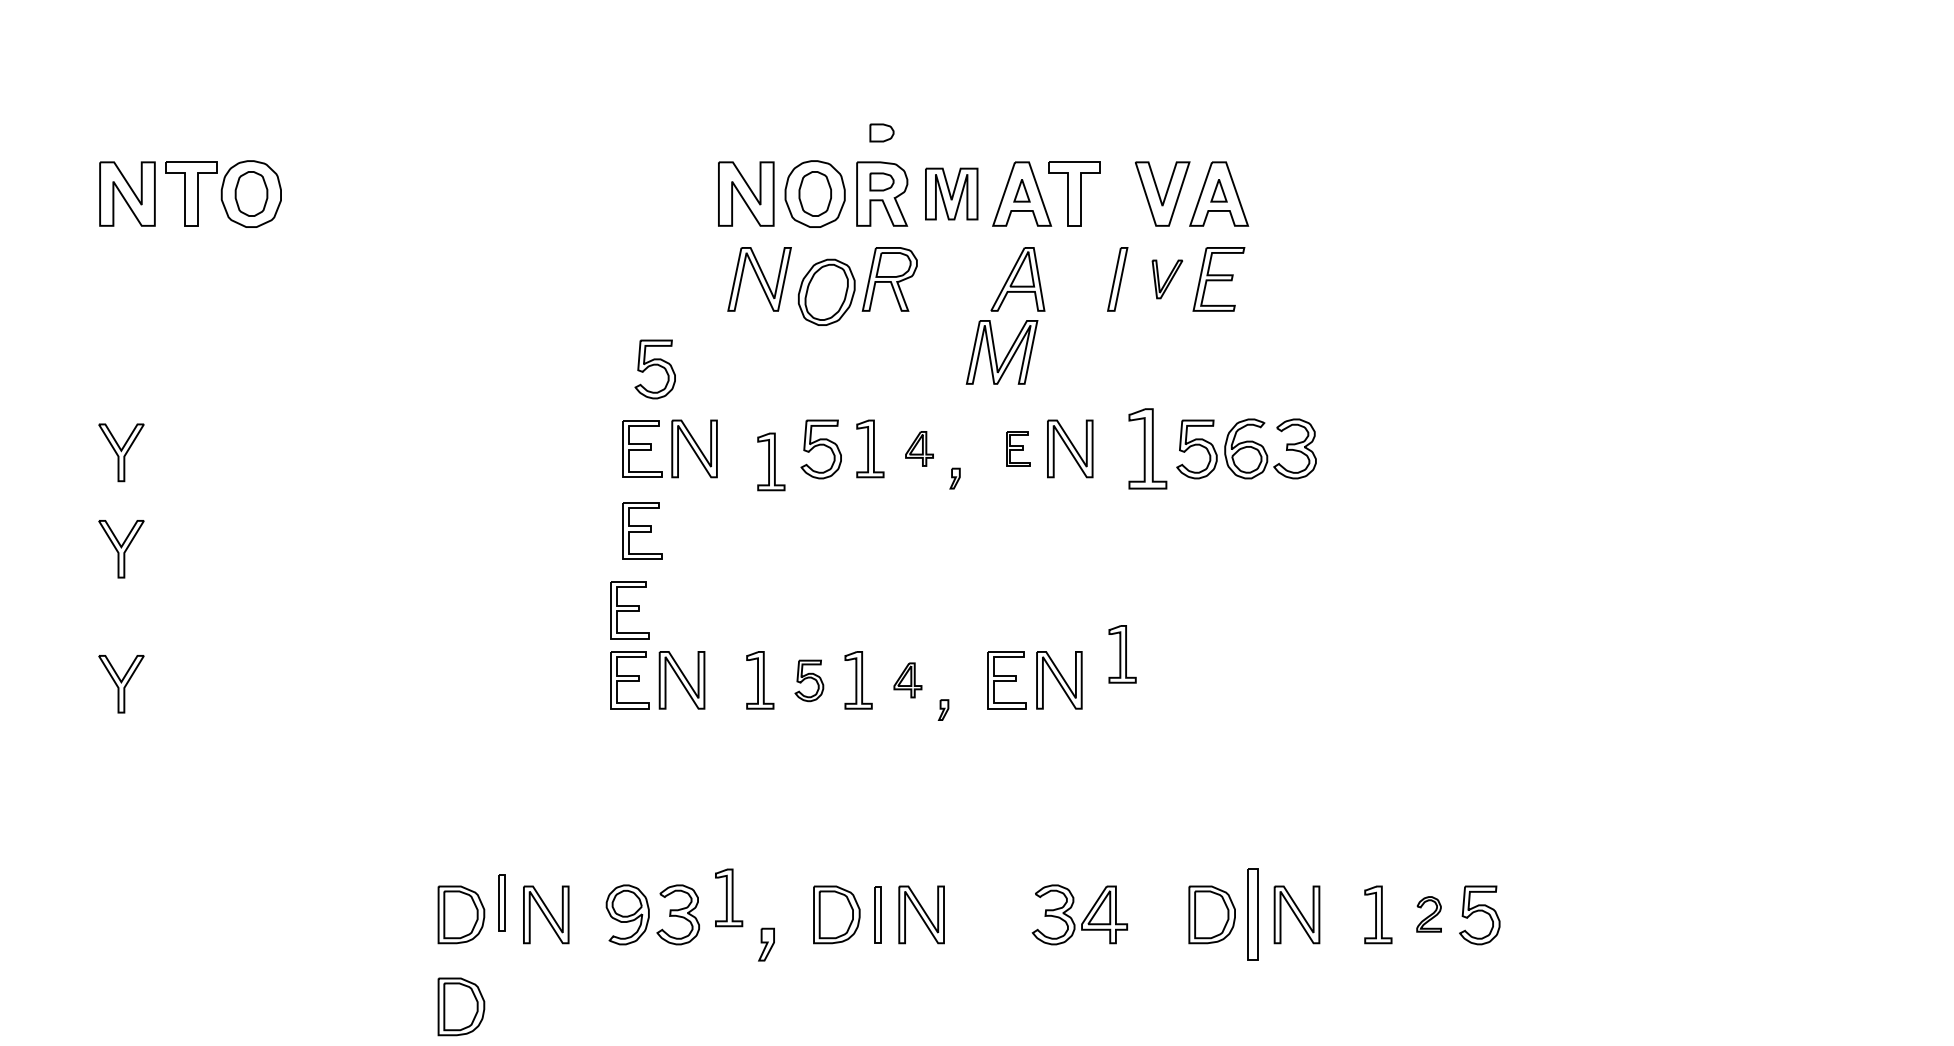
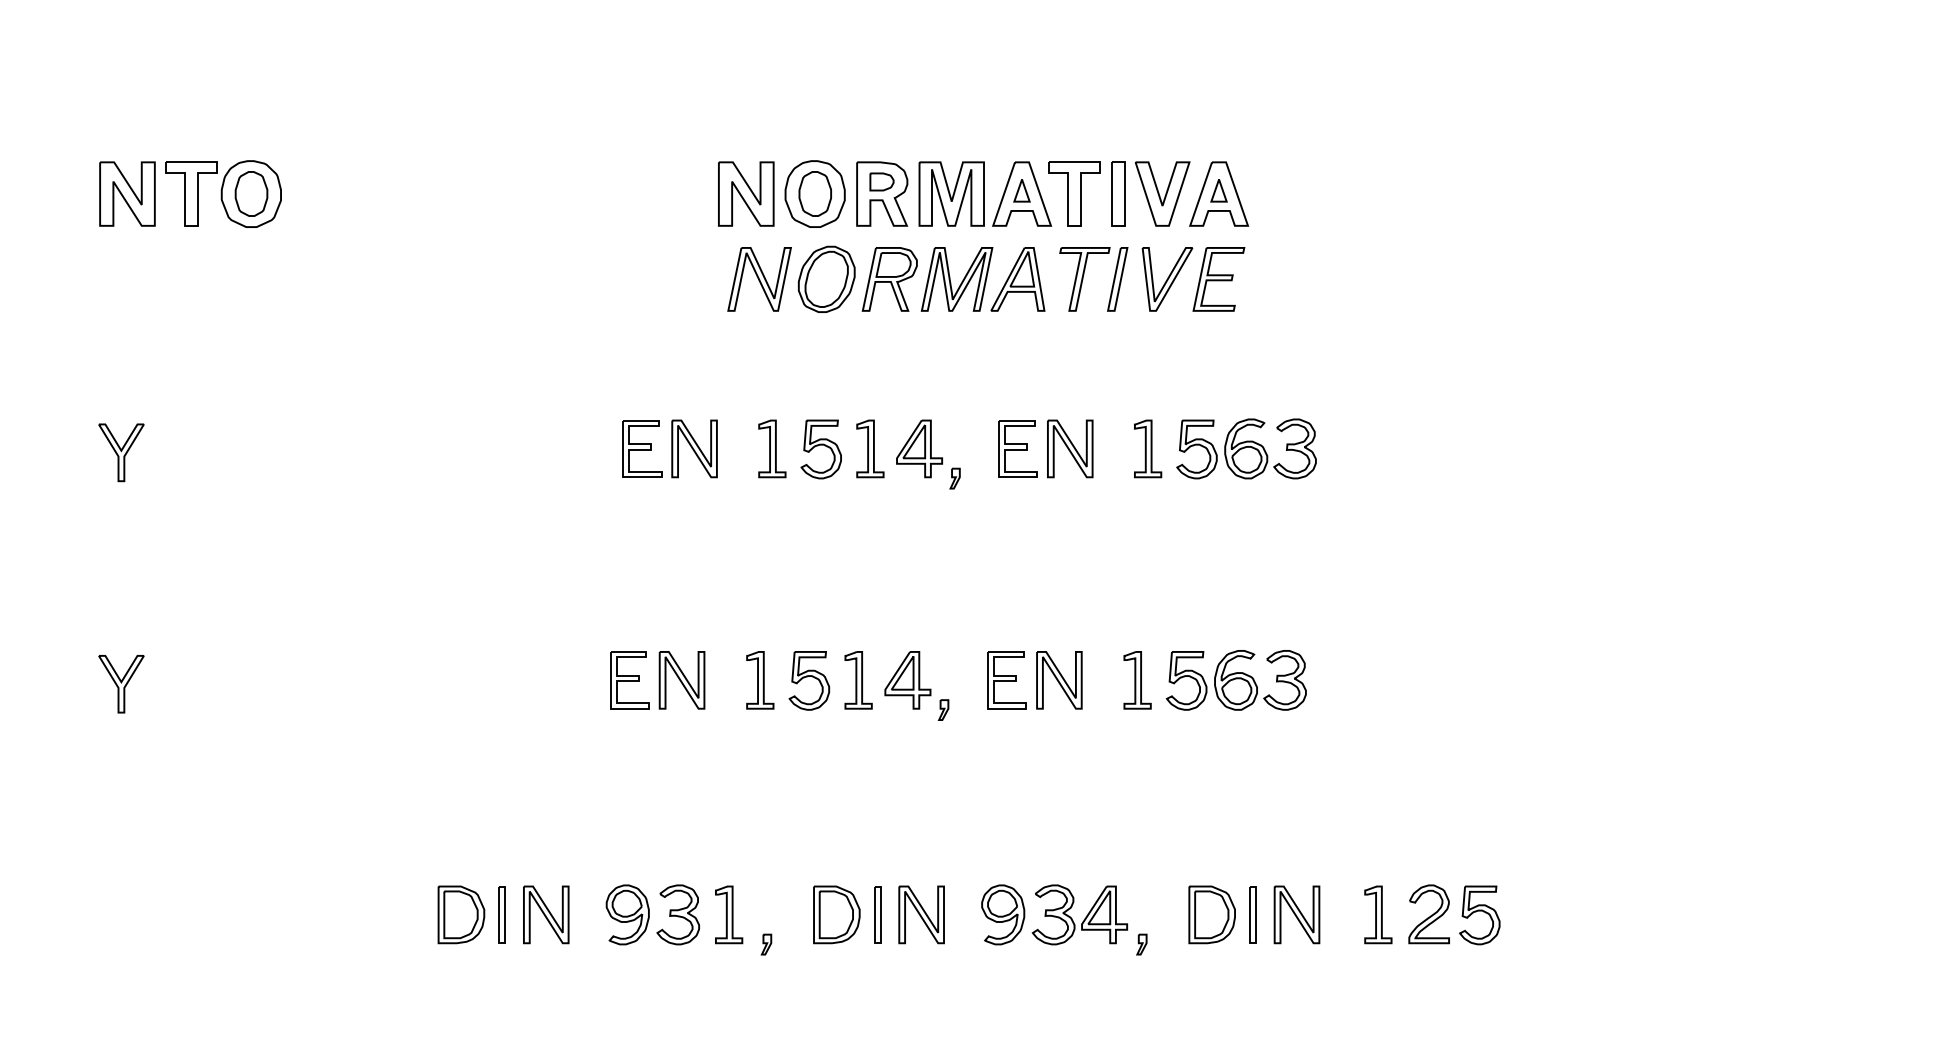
part at (881, 132): present -> none
part at (951, 193) size: 54x54 px -> 67x66 px
part at (1118, 193): none -> present
part at (1084, 279): none -> present
part at (1167, 279) size: 33x41 px -> 53x65 px
part at (826, 291) position: (826, 291) -> (826, 278)
part at (1001, 352) position: (1001, 352) -> (956, 279)
part at (654, 369): present -> none
part at (919, 448) size: 29x36 px -> 47x60 px
part at (1018, 448) size: 25x36 px -> 40x58 px
part at (1147, 448) size: 40x82 px -> 29x60 px
part at (771, 461) position: (771, 461) -> (772, 448)
part at (642, 530): present -> none
part at (121, 549): present -> none
part at (629, 610): present -> none
part at (1122, 654) position: (1122, 654) -> (1137, 680)
part at (809, 680) size: 31x44 px -> 43x60 px
part at (907, 680) size: 30x37 px -> 48x59 px
part at (1235, 680): none -> present
part at (729, 897) position: (729, 897) -> (729, 914)
part at (501, 902) position: (501, 902) -> (501, 914)
part at (1003, 914): none -> present
part at (1252, 914) size: 12x93 px -> 8x58 px
part at (1428, 914) size: 26x37 px -> 42x61 px
part at (766, 944) size: 17x35 px -> 13x23 px
part at (1141, 944): none -> present
part at (461, 1006): present -> none
